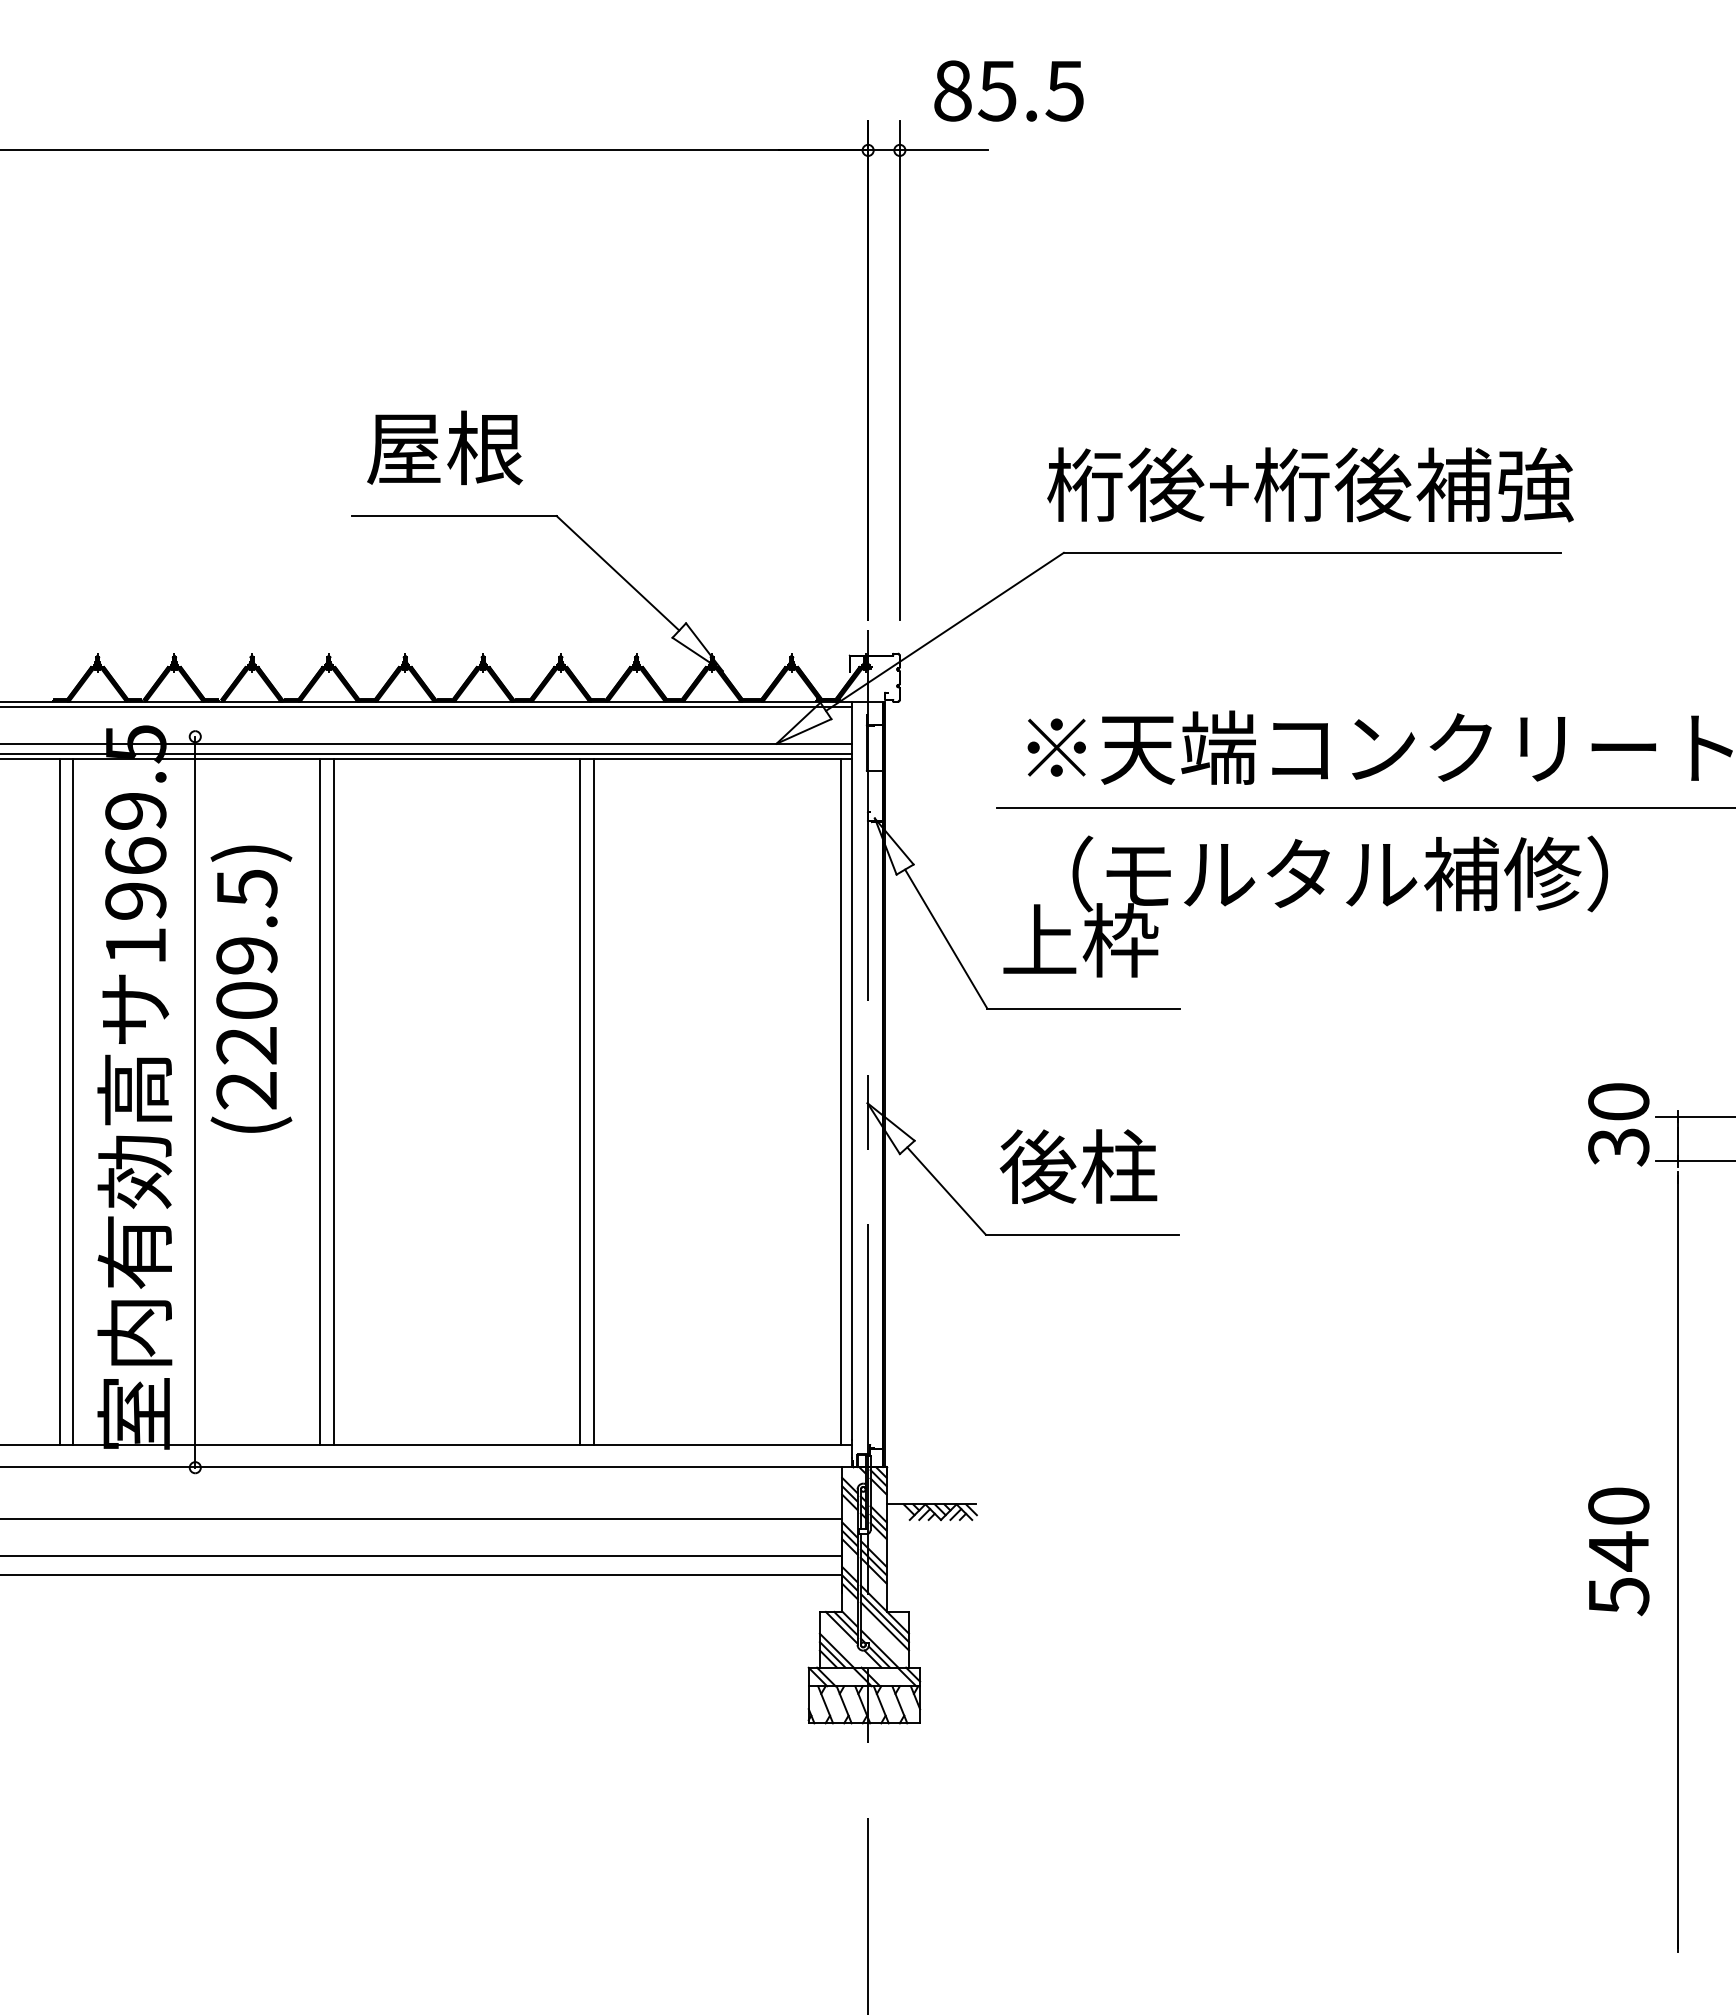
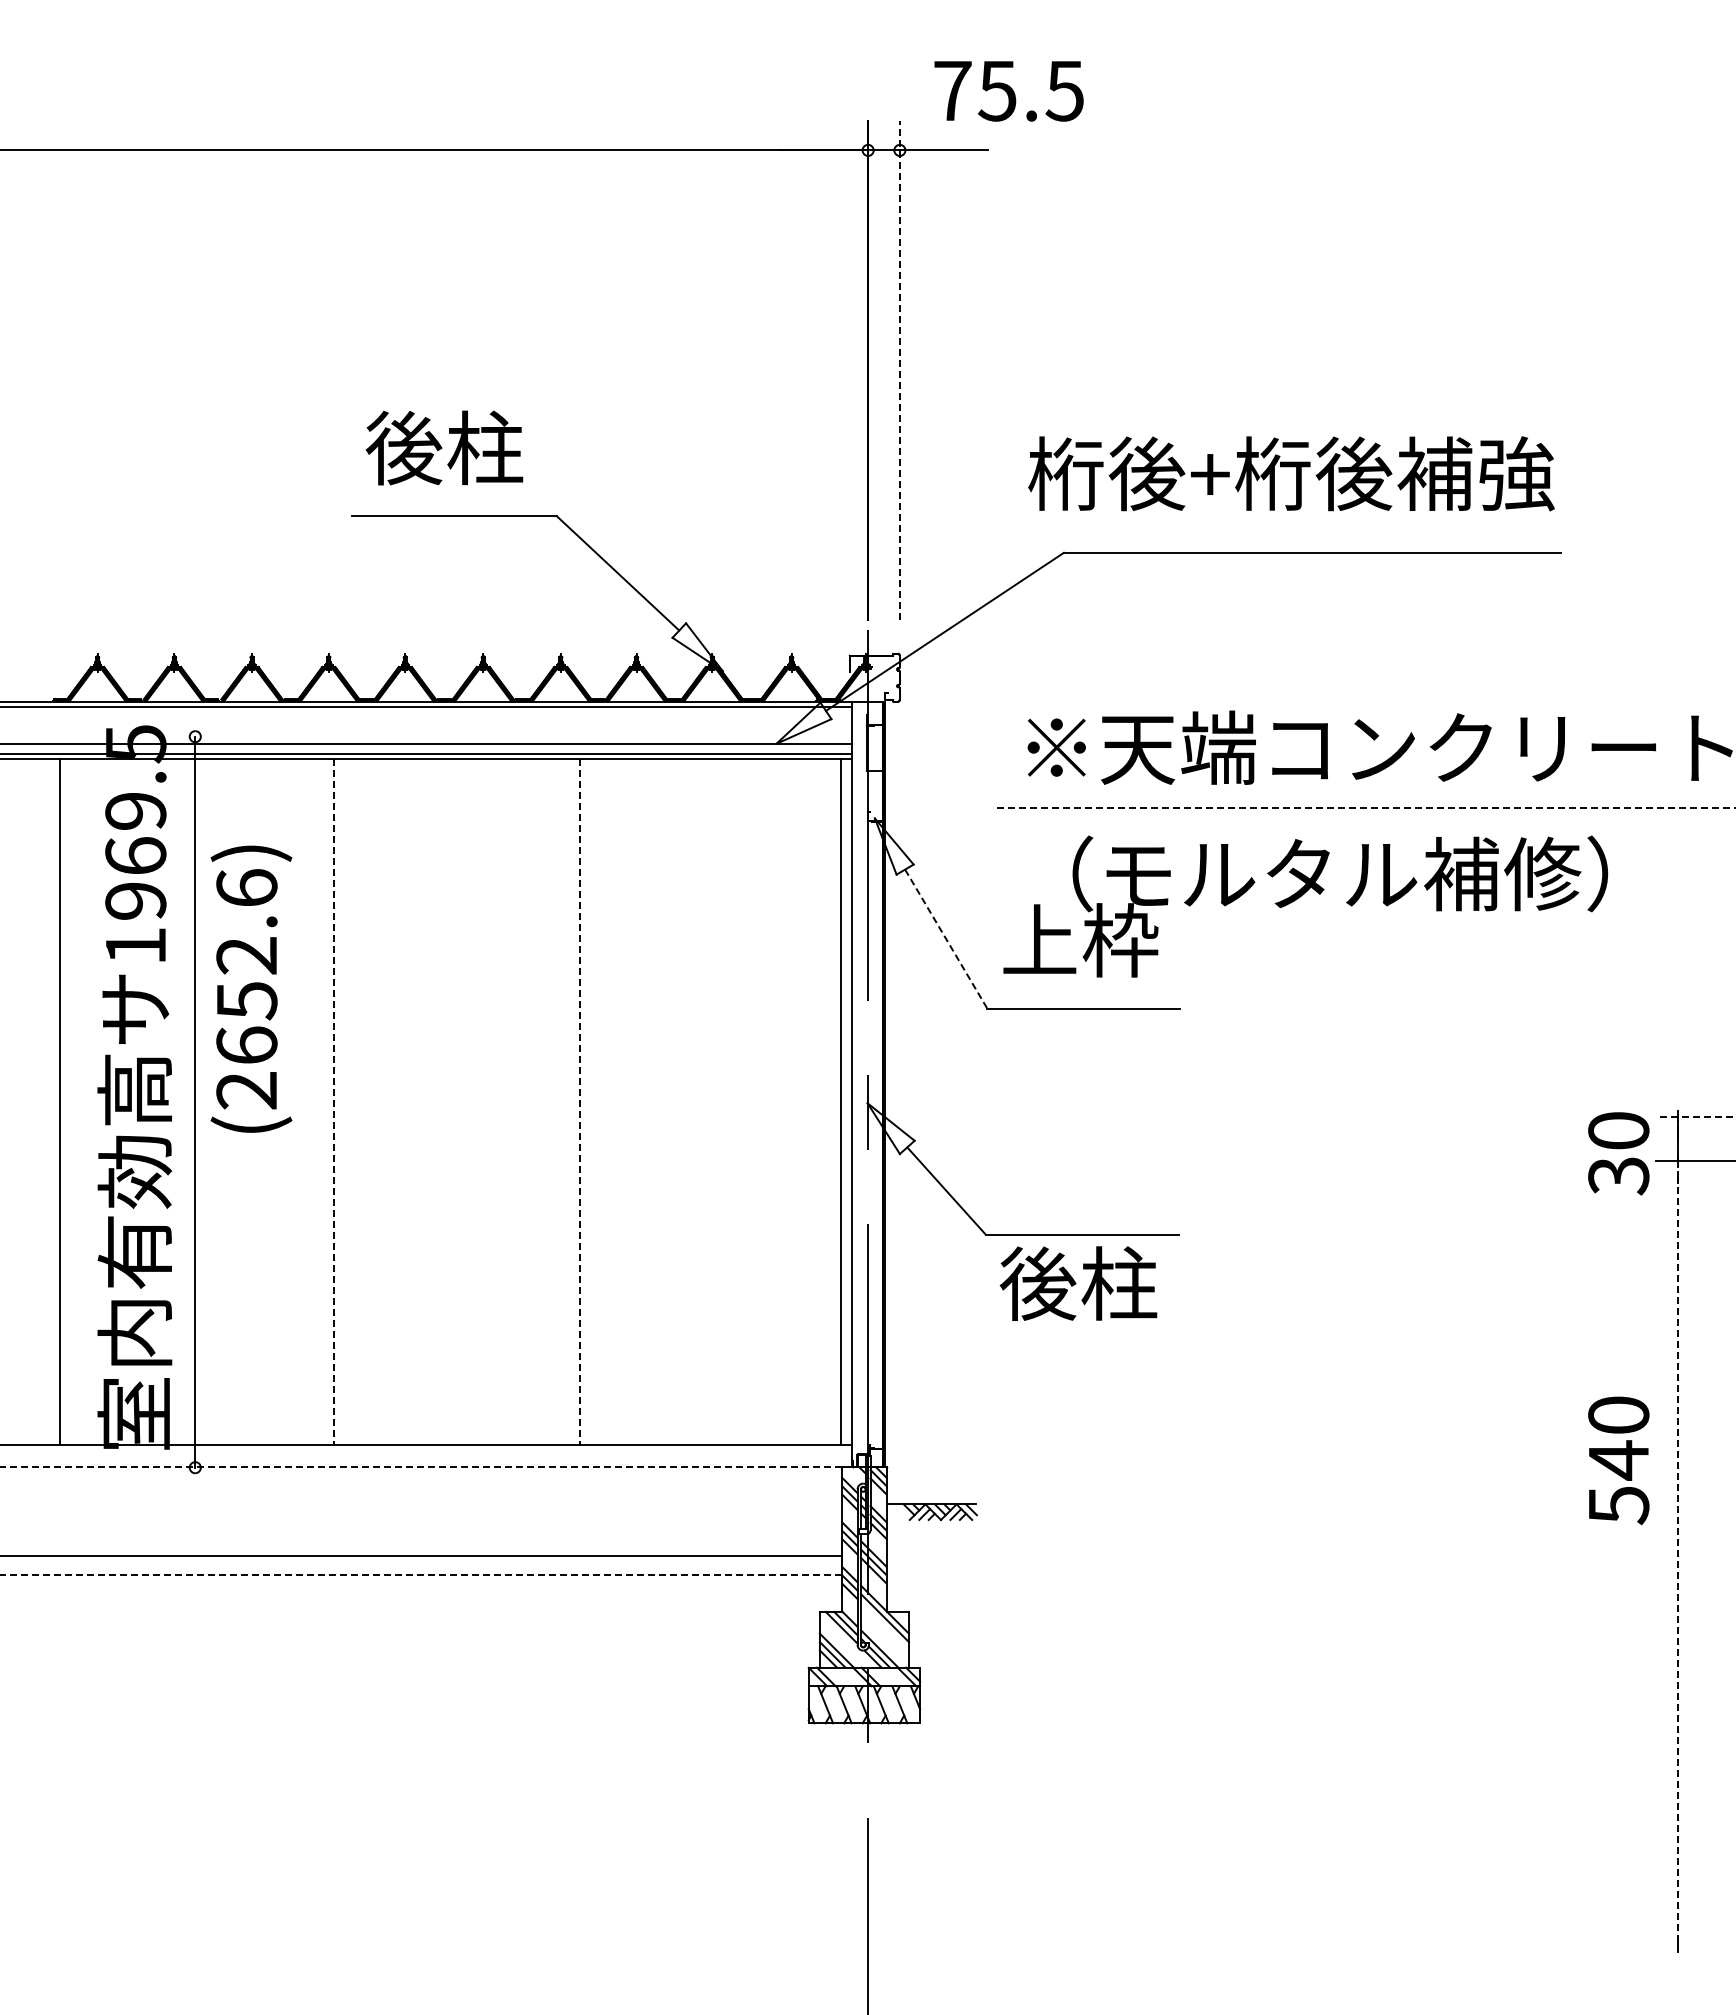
text at (952, 90): 85.5 -> 75.5
line at (899, 370): solid -> dashed
text at (444, 447): 屋根 -> 後柱
text at (1310, 484) position: (1310, 484) -> (1291, 473)
line at (1366, 808): solid -> dashed
line at (946, 939): solid -> dashed
text at (246, 966): (2209.5) -> (2652.6)
line at (73, 1101): present -> none
line at (319, 1101): present -> none
line at (593, 1101): present -> none
line at (333, 1102): solid -> dashed
line at (579, 1102): solid -> dashed
line at (1695, 1116): solid -> dashed
text at (1618, 1124) position: (1618, 1124) -> (1618, 1153)
text at (1078, 1166) position: (1078, 1166) -> (1078, 1283)
line at (421, 1467): solid -> dashed
line at (422, 1519): present -> none
text at (1618, 1551) position: (1618, 1551) -> (1618, 1460)
line at (1678, 1562): solid -> dashed
line at (421, 1574): solid -> dashed
line at (884, 1626): present -> none
